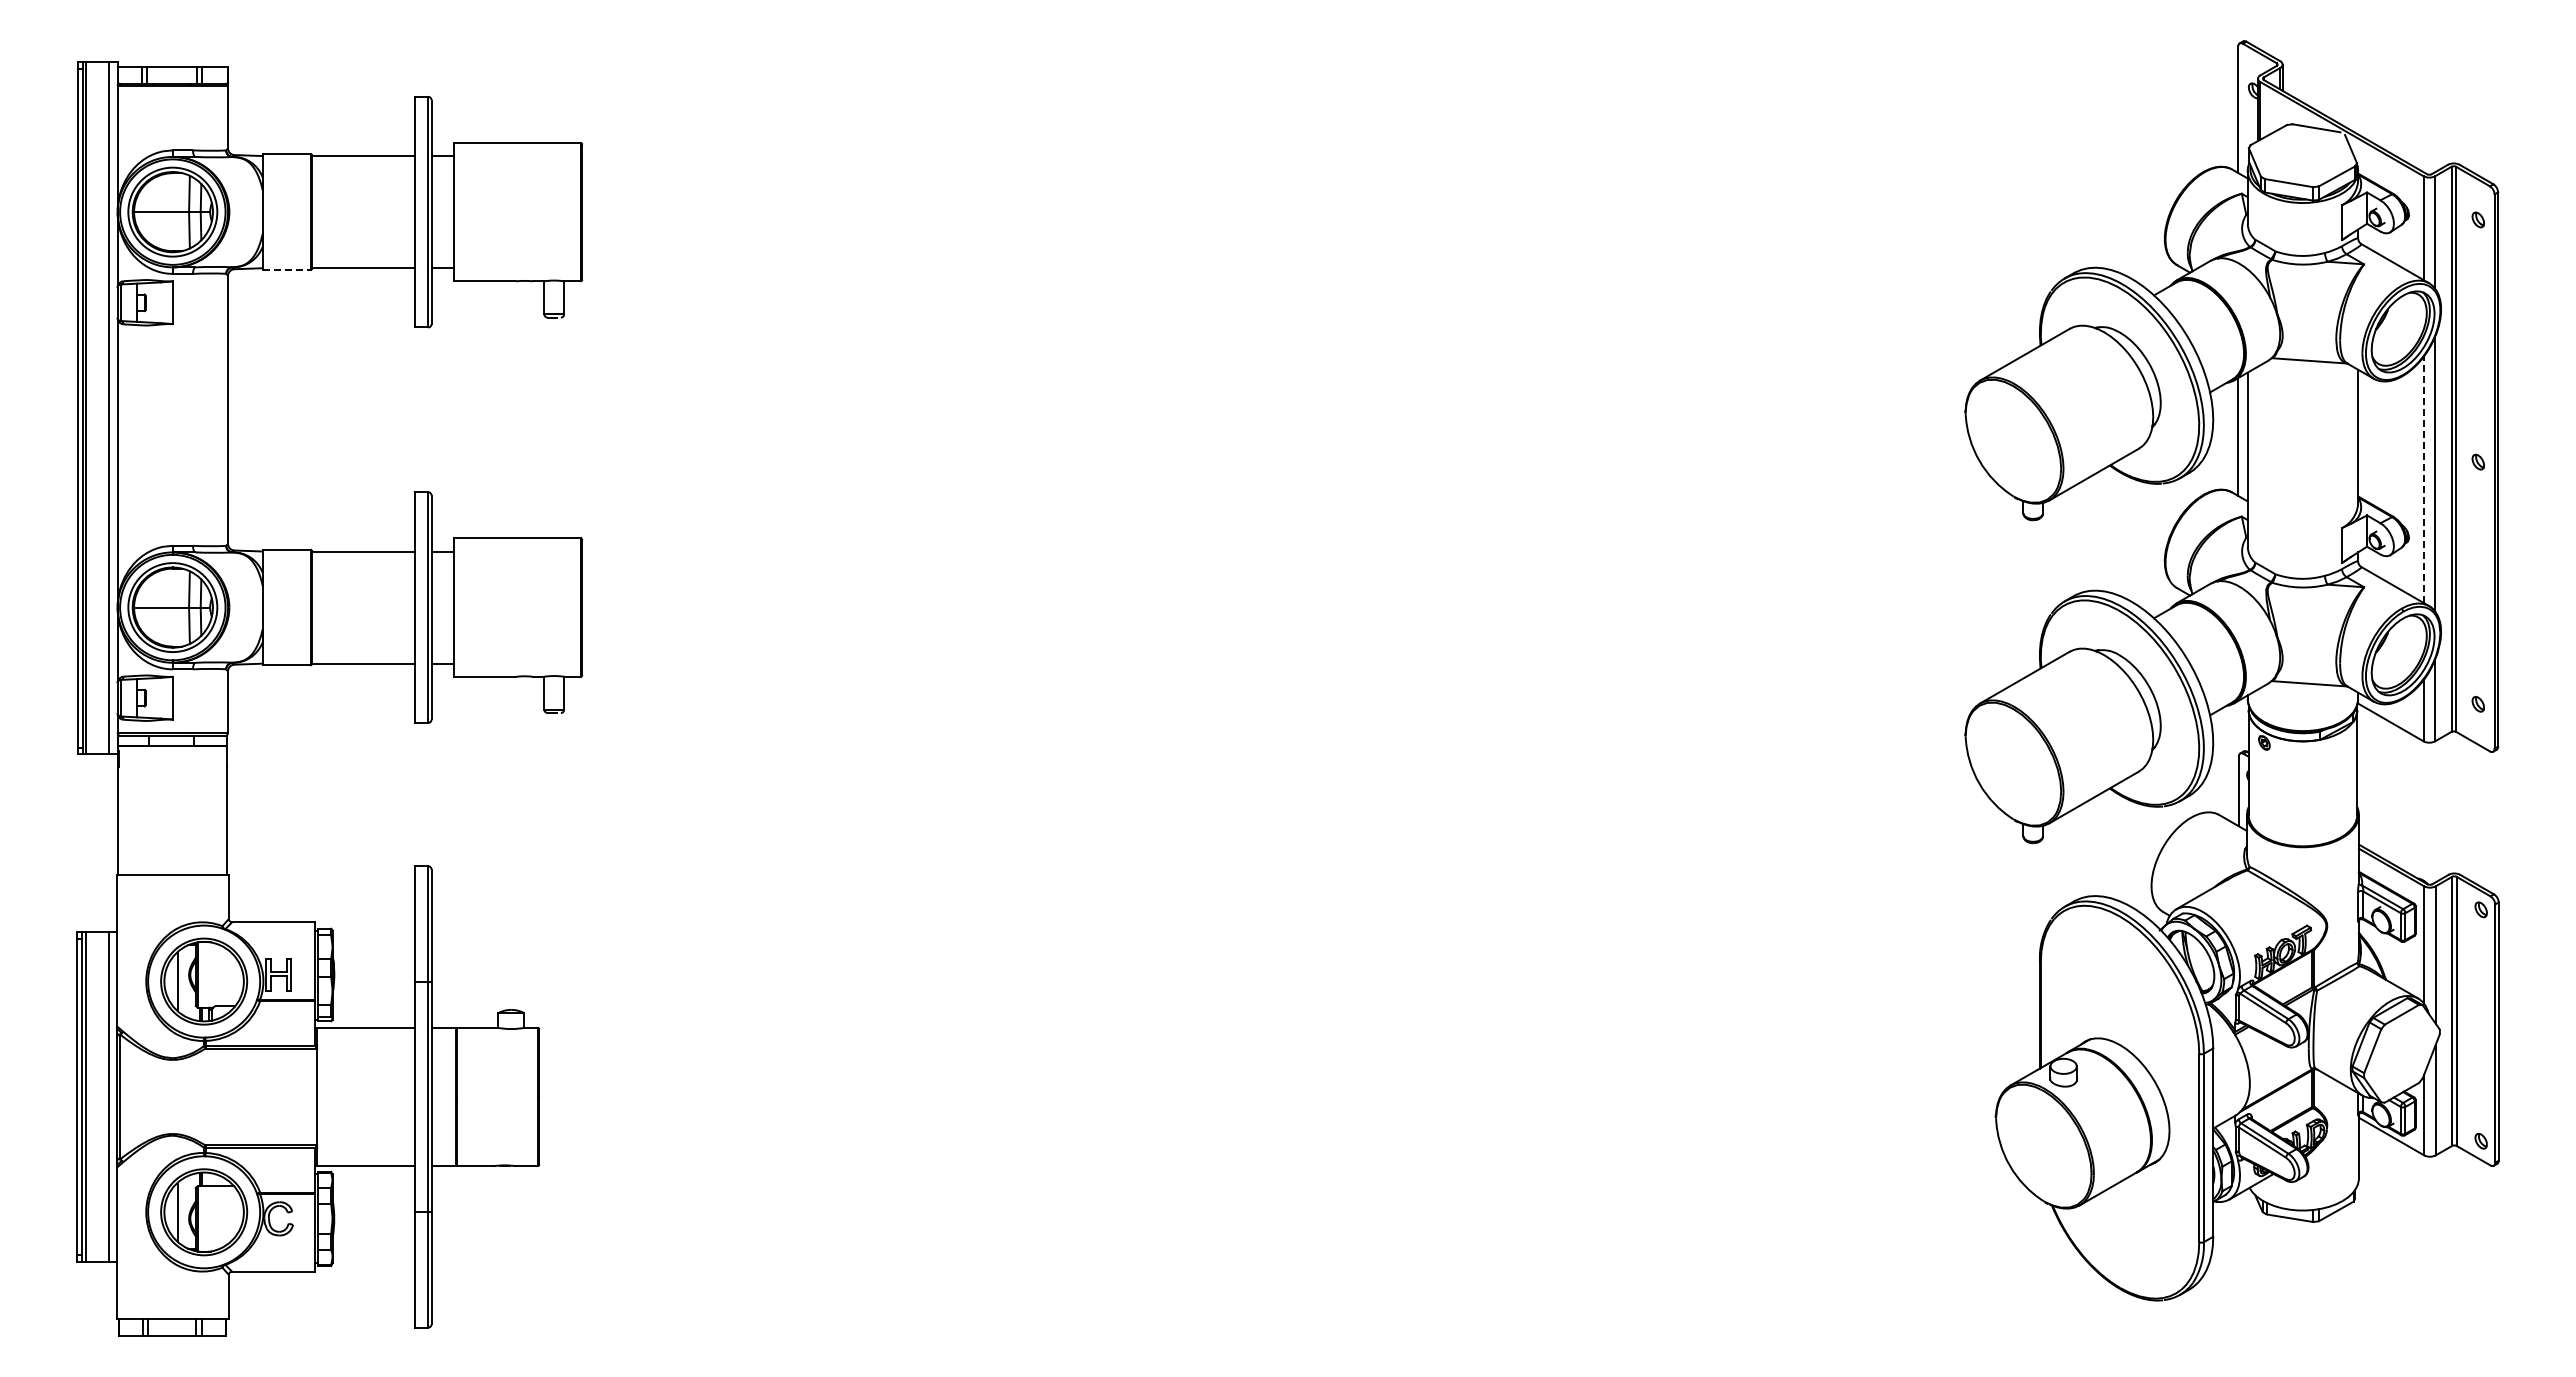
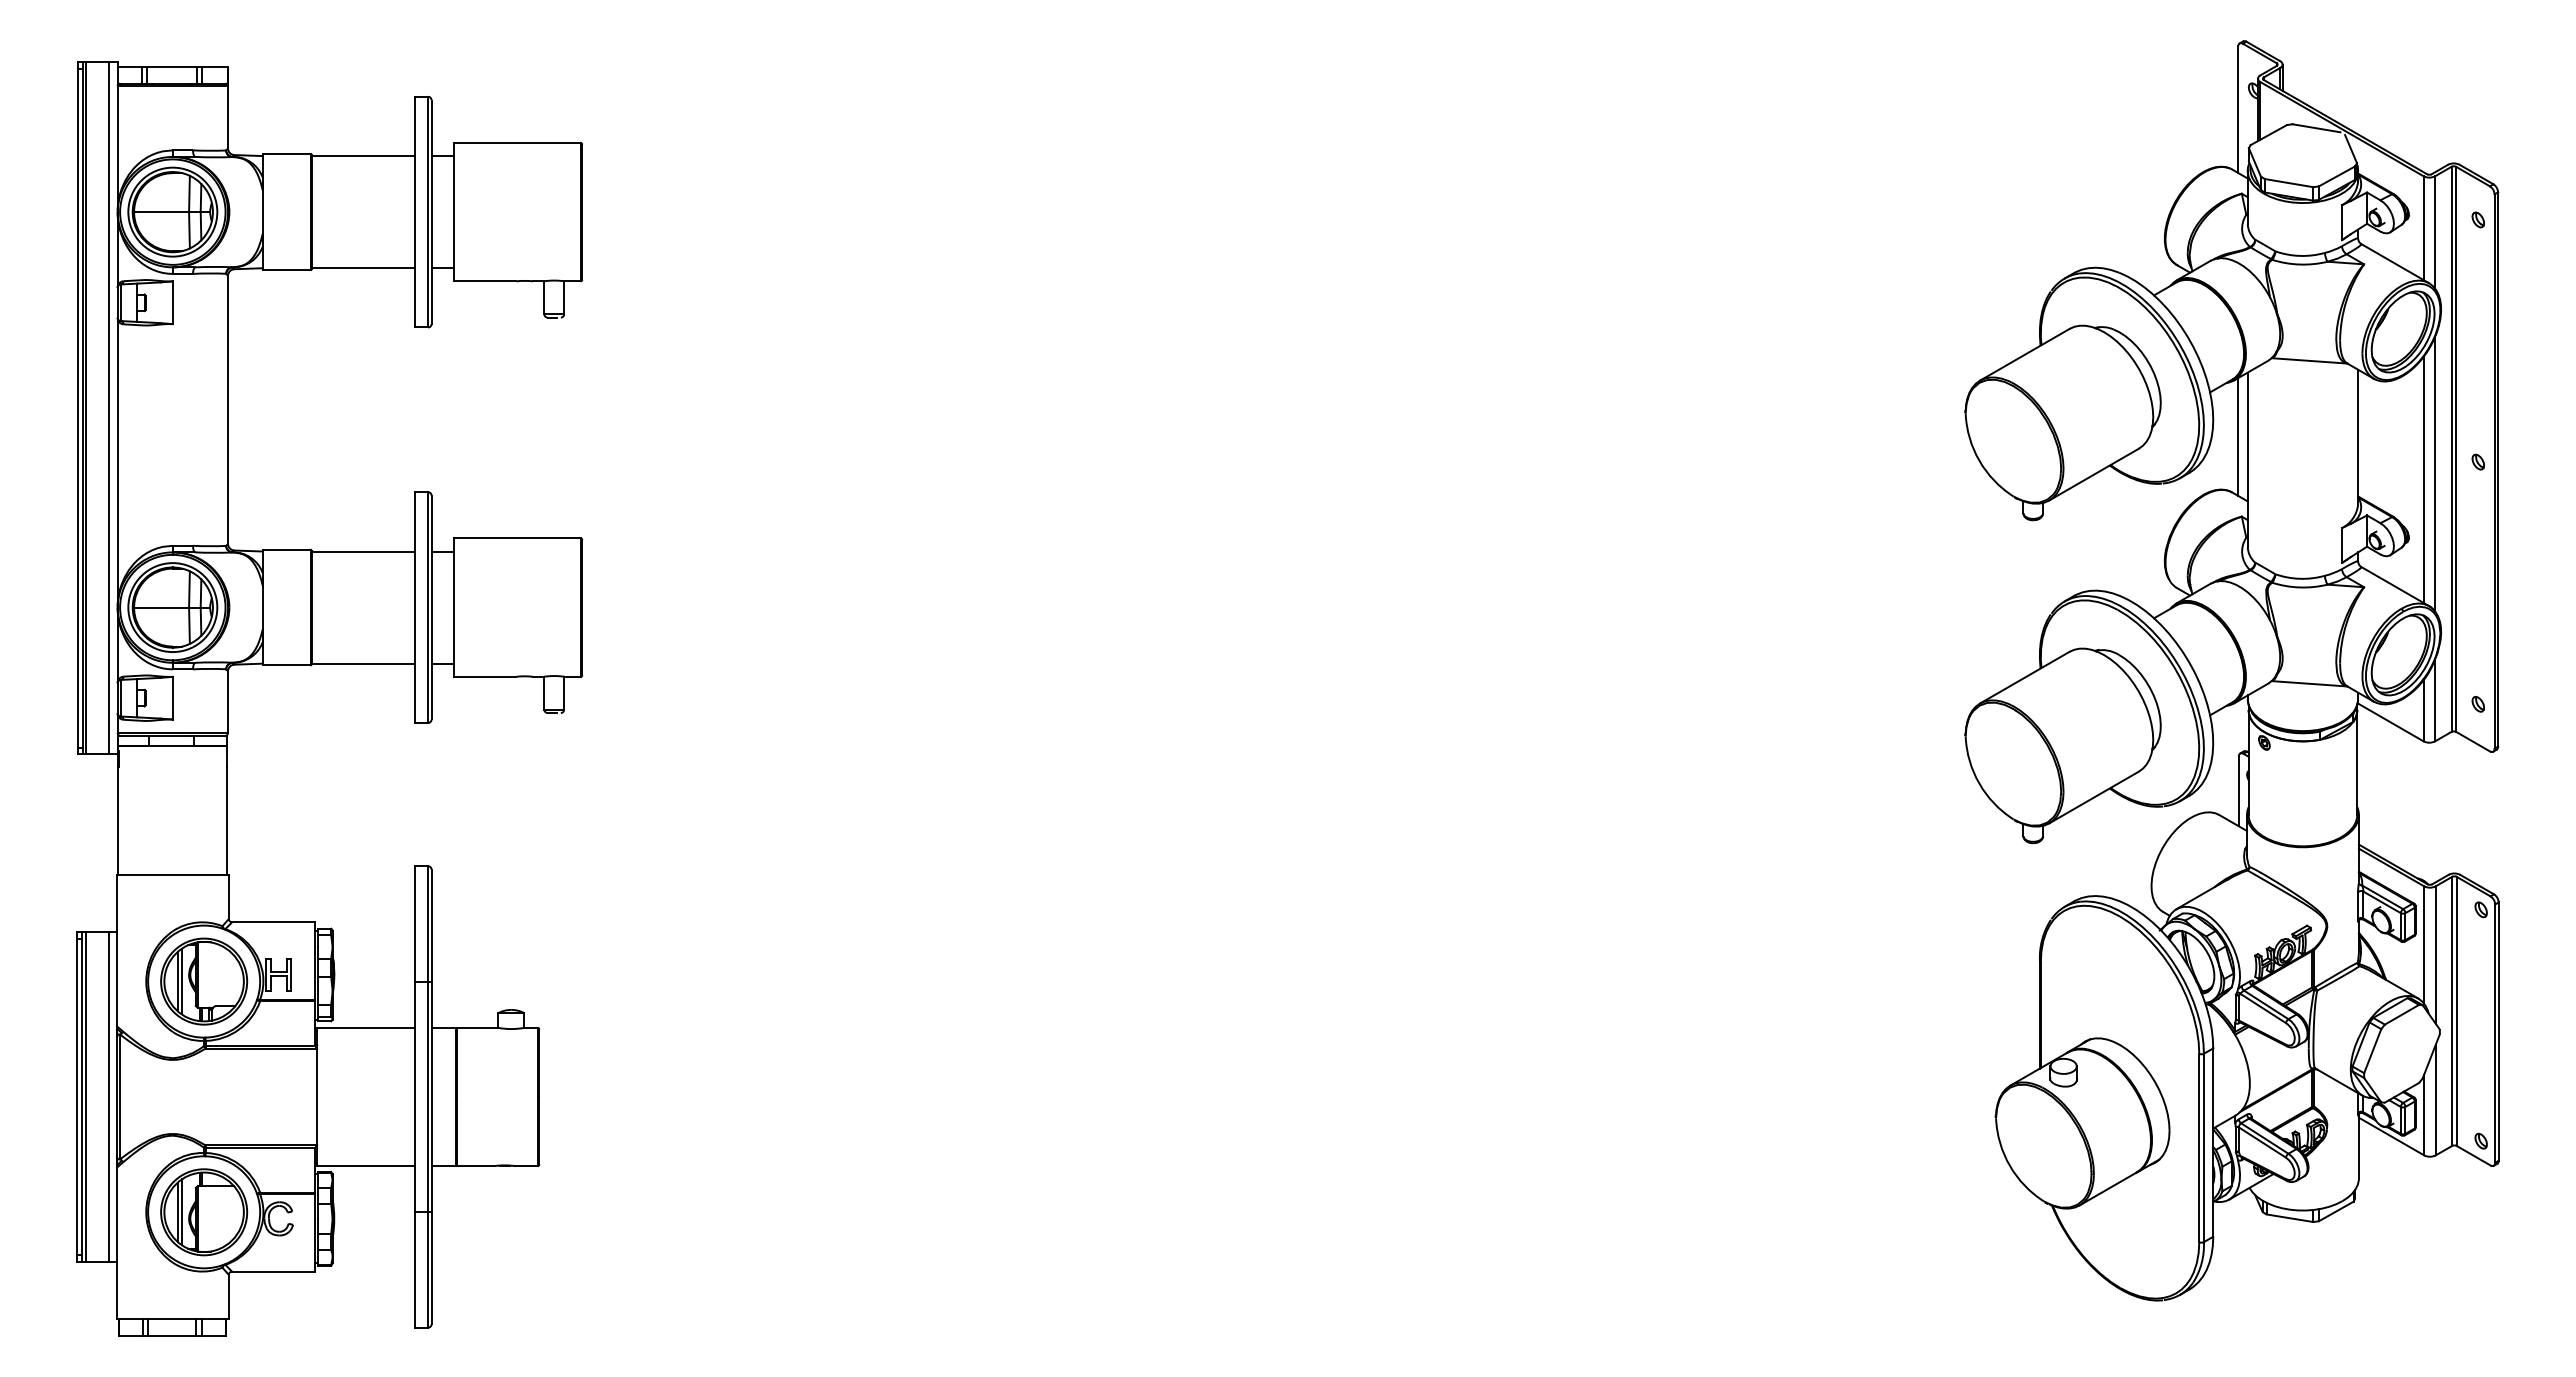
line at (287, 269): dashed -> solid
line at (2423, 479): dashed -> solid
line at (181, 981): none -> present
line at (181, 1212): none -> present
